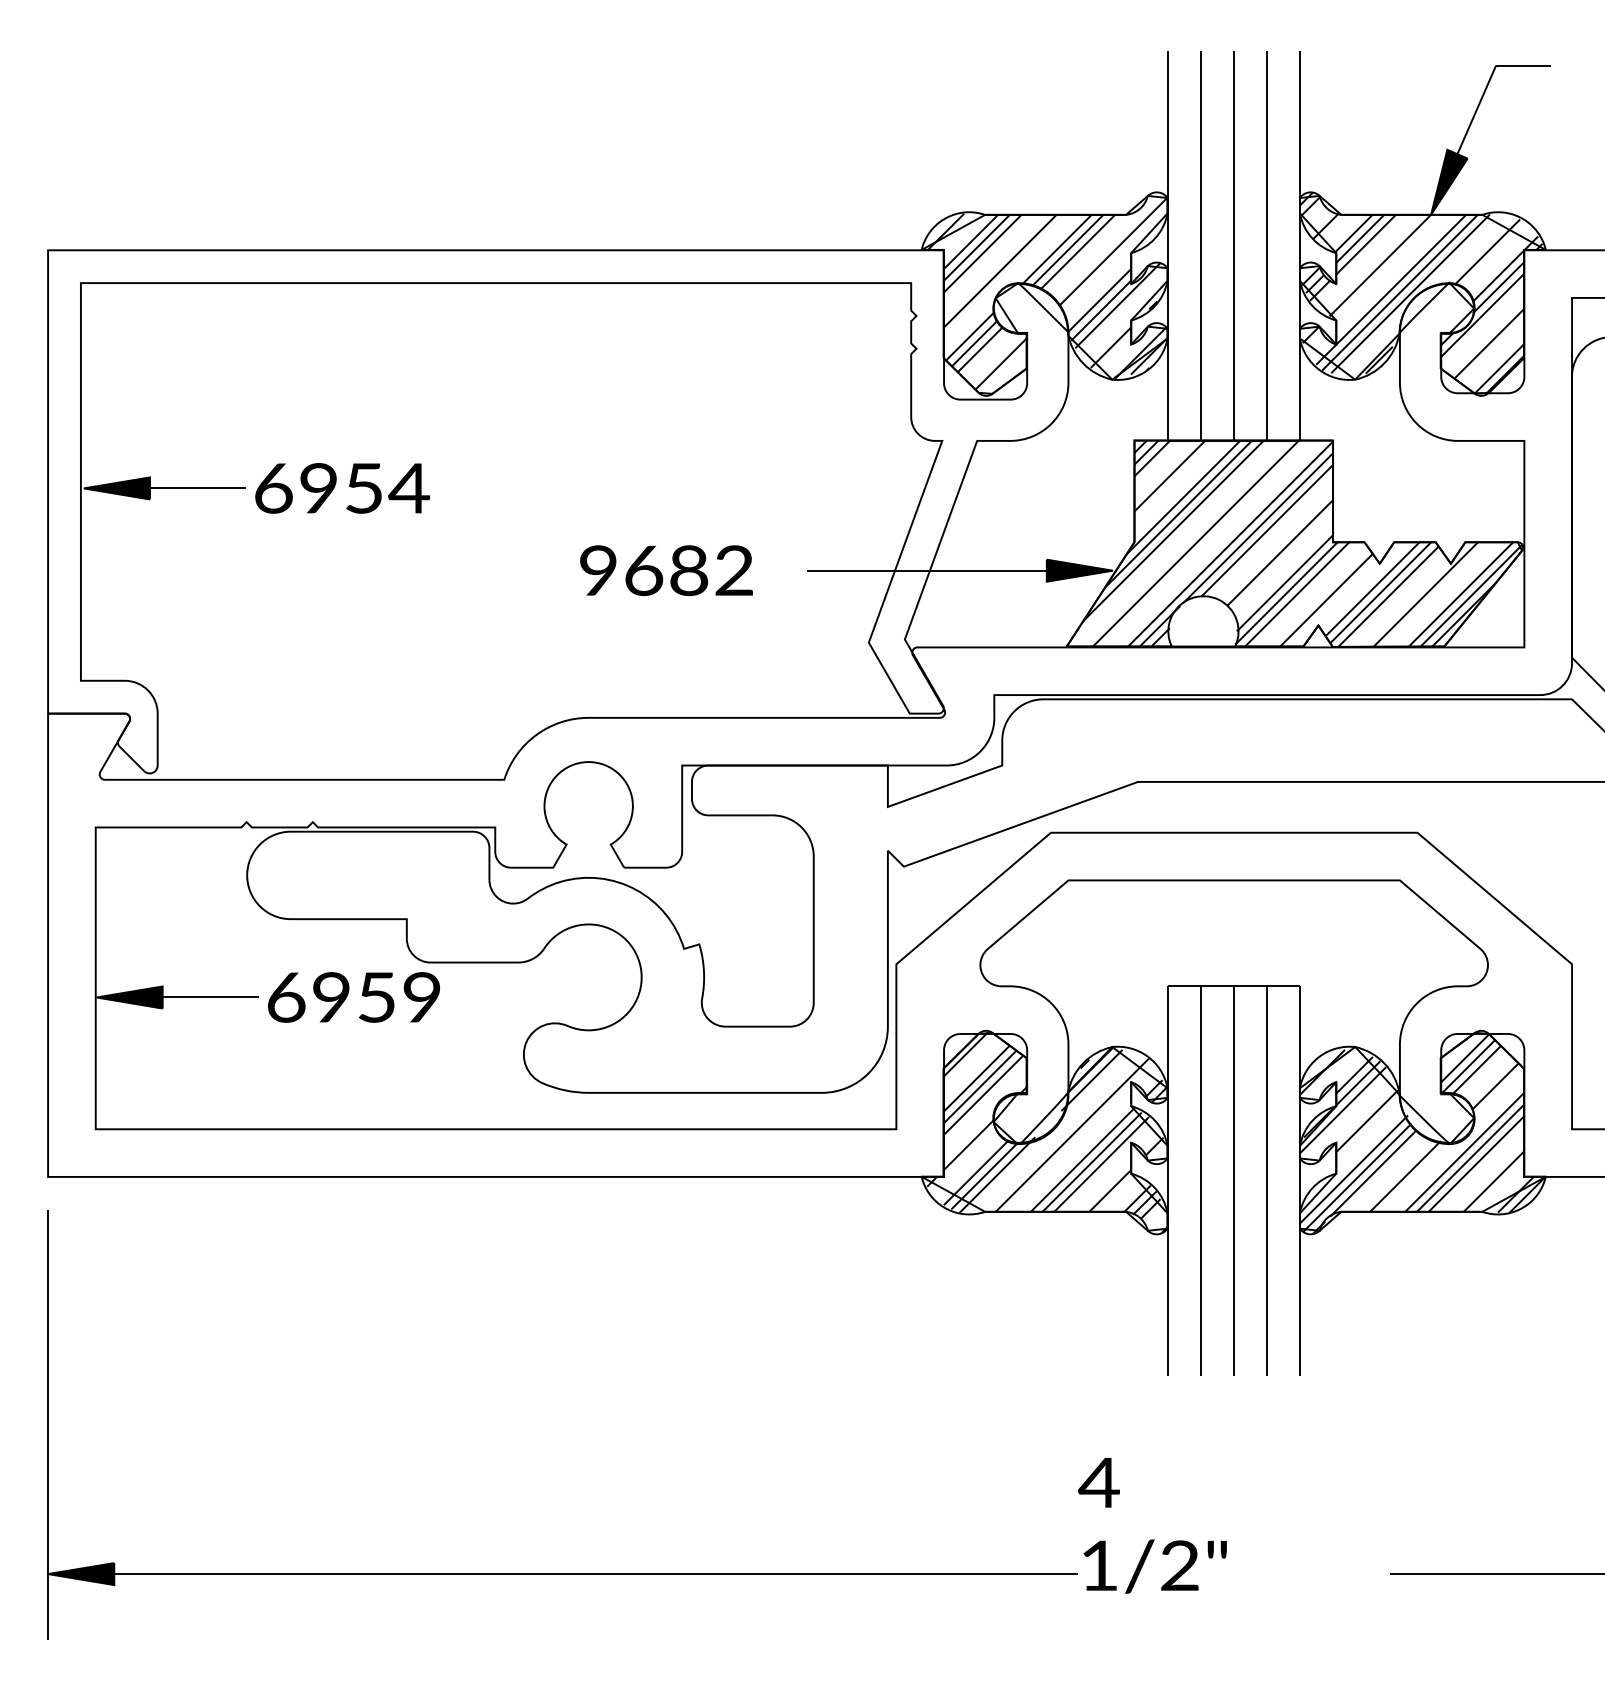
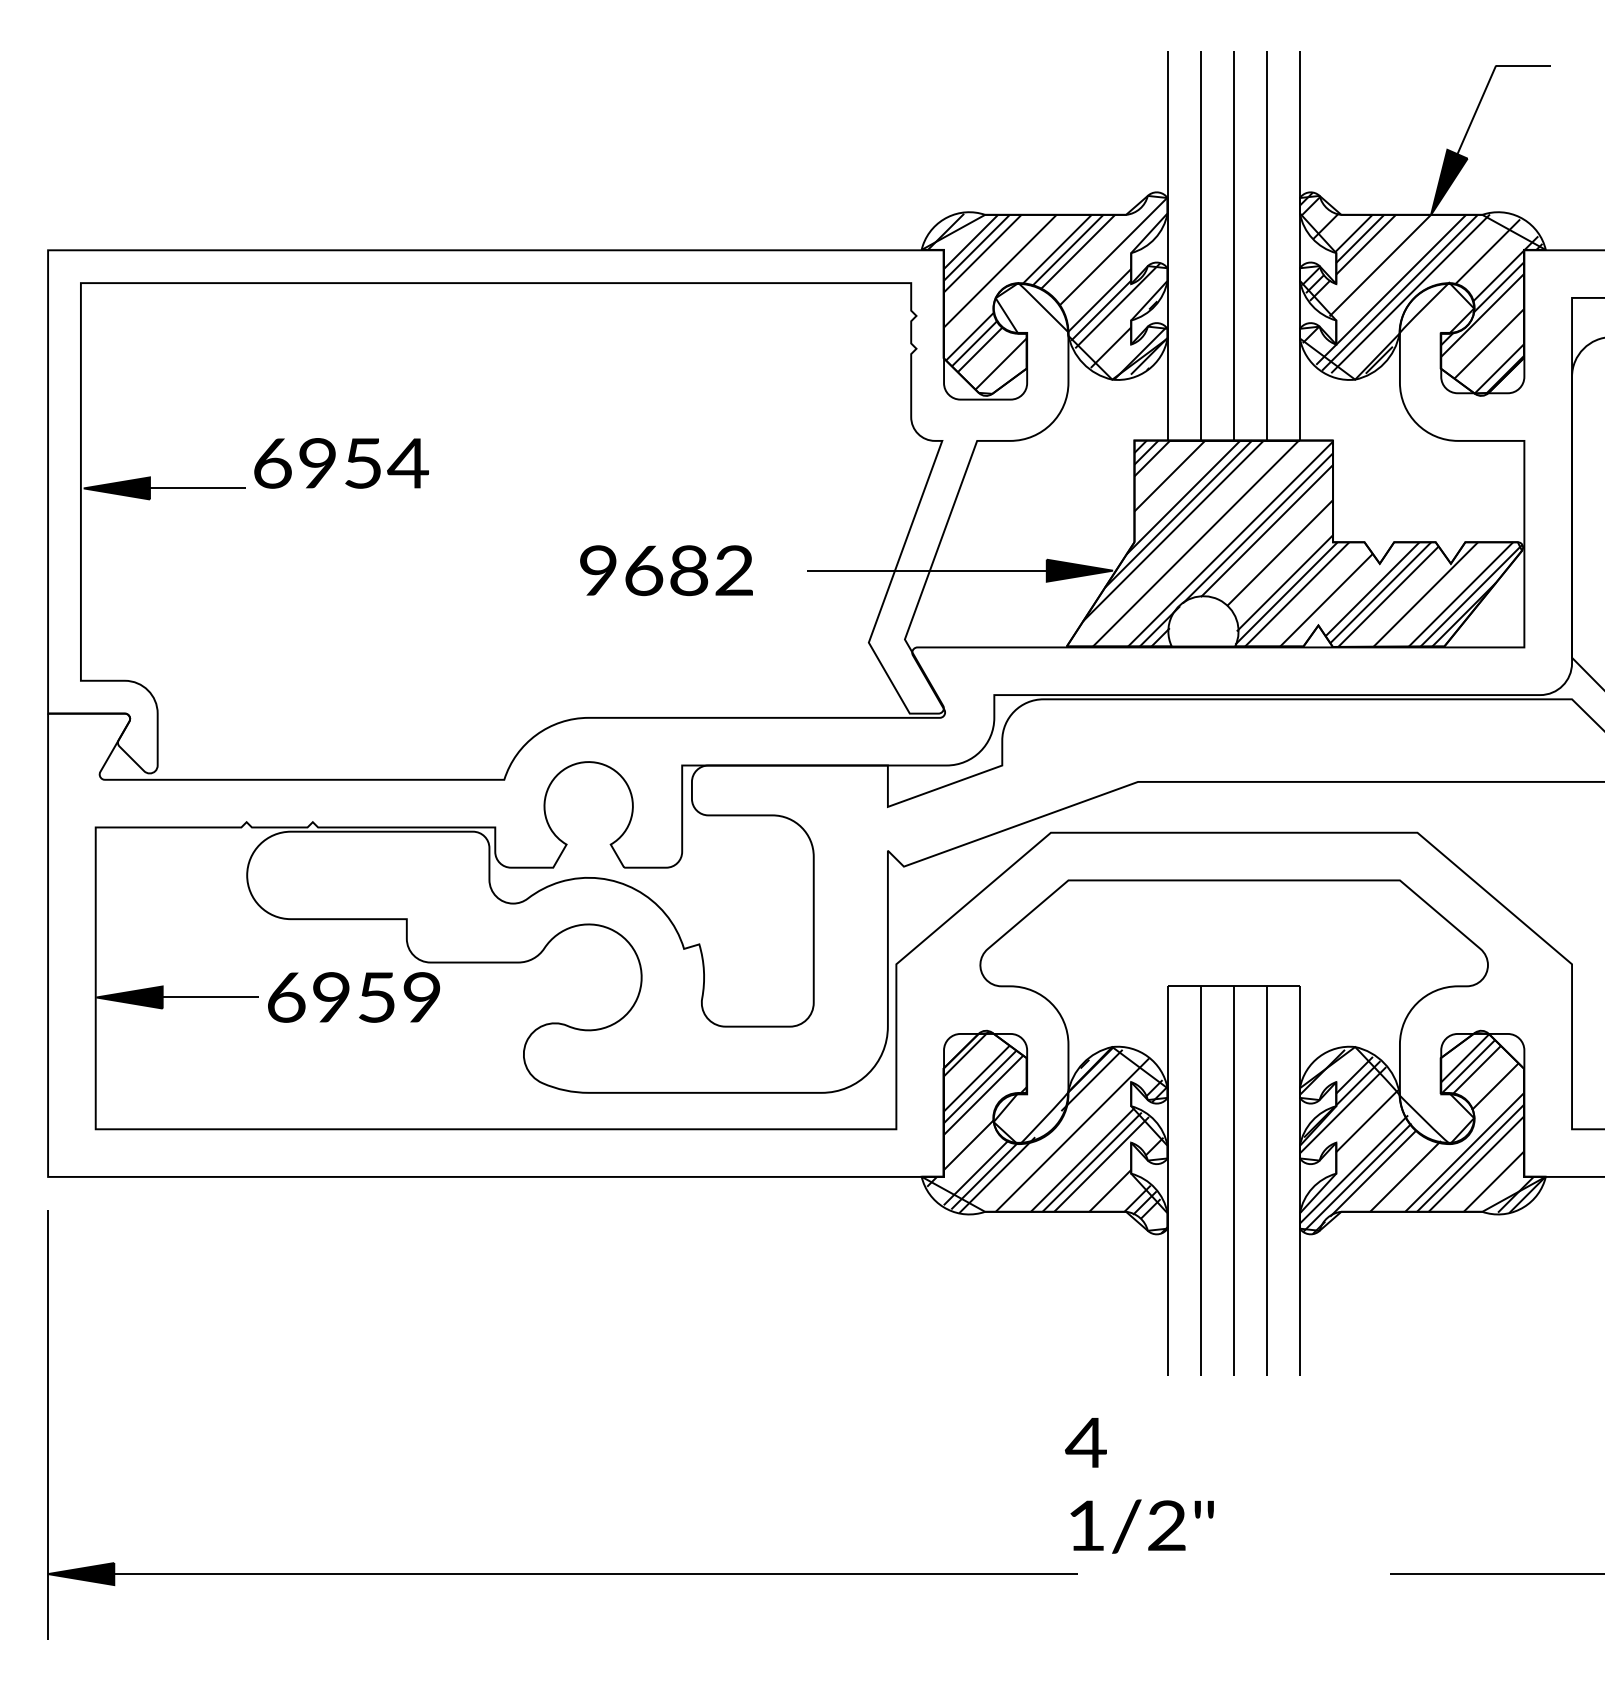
text at (342, 488) position: (342, 488) -> (341, 463)
text at (1152, 1525) position: (1152, 1525) -> (1139, 1485)
